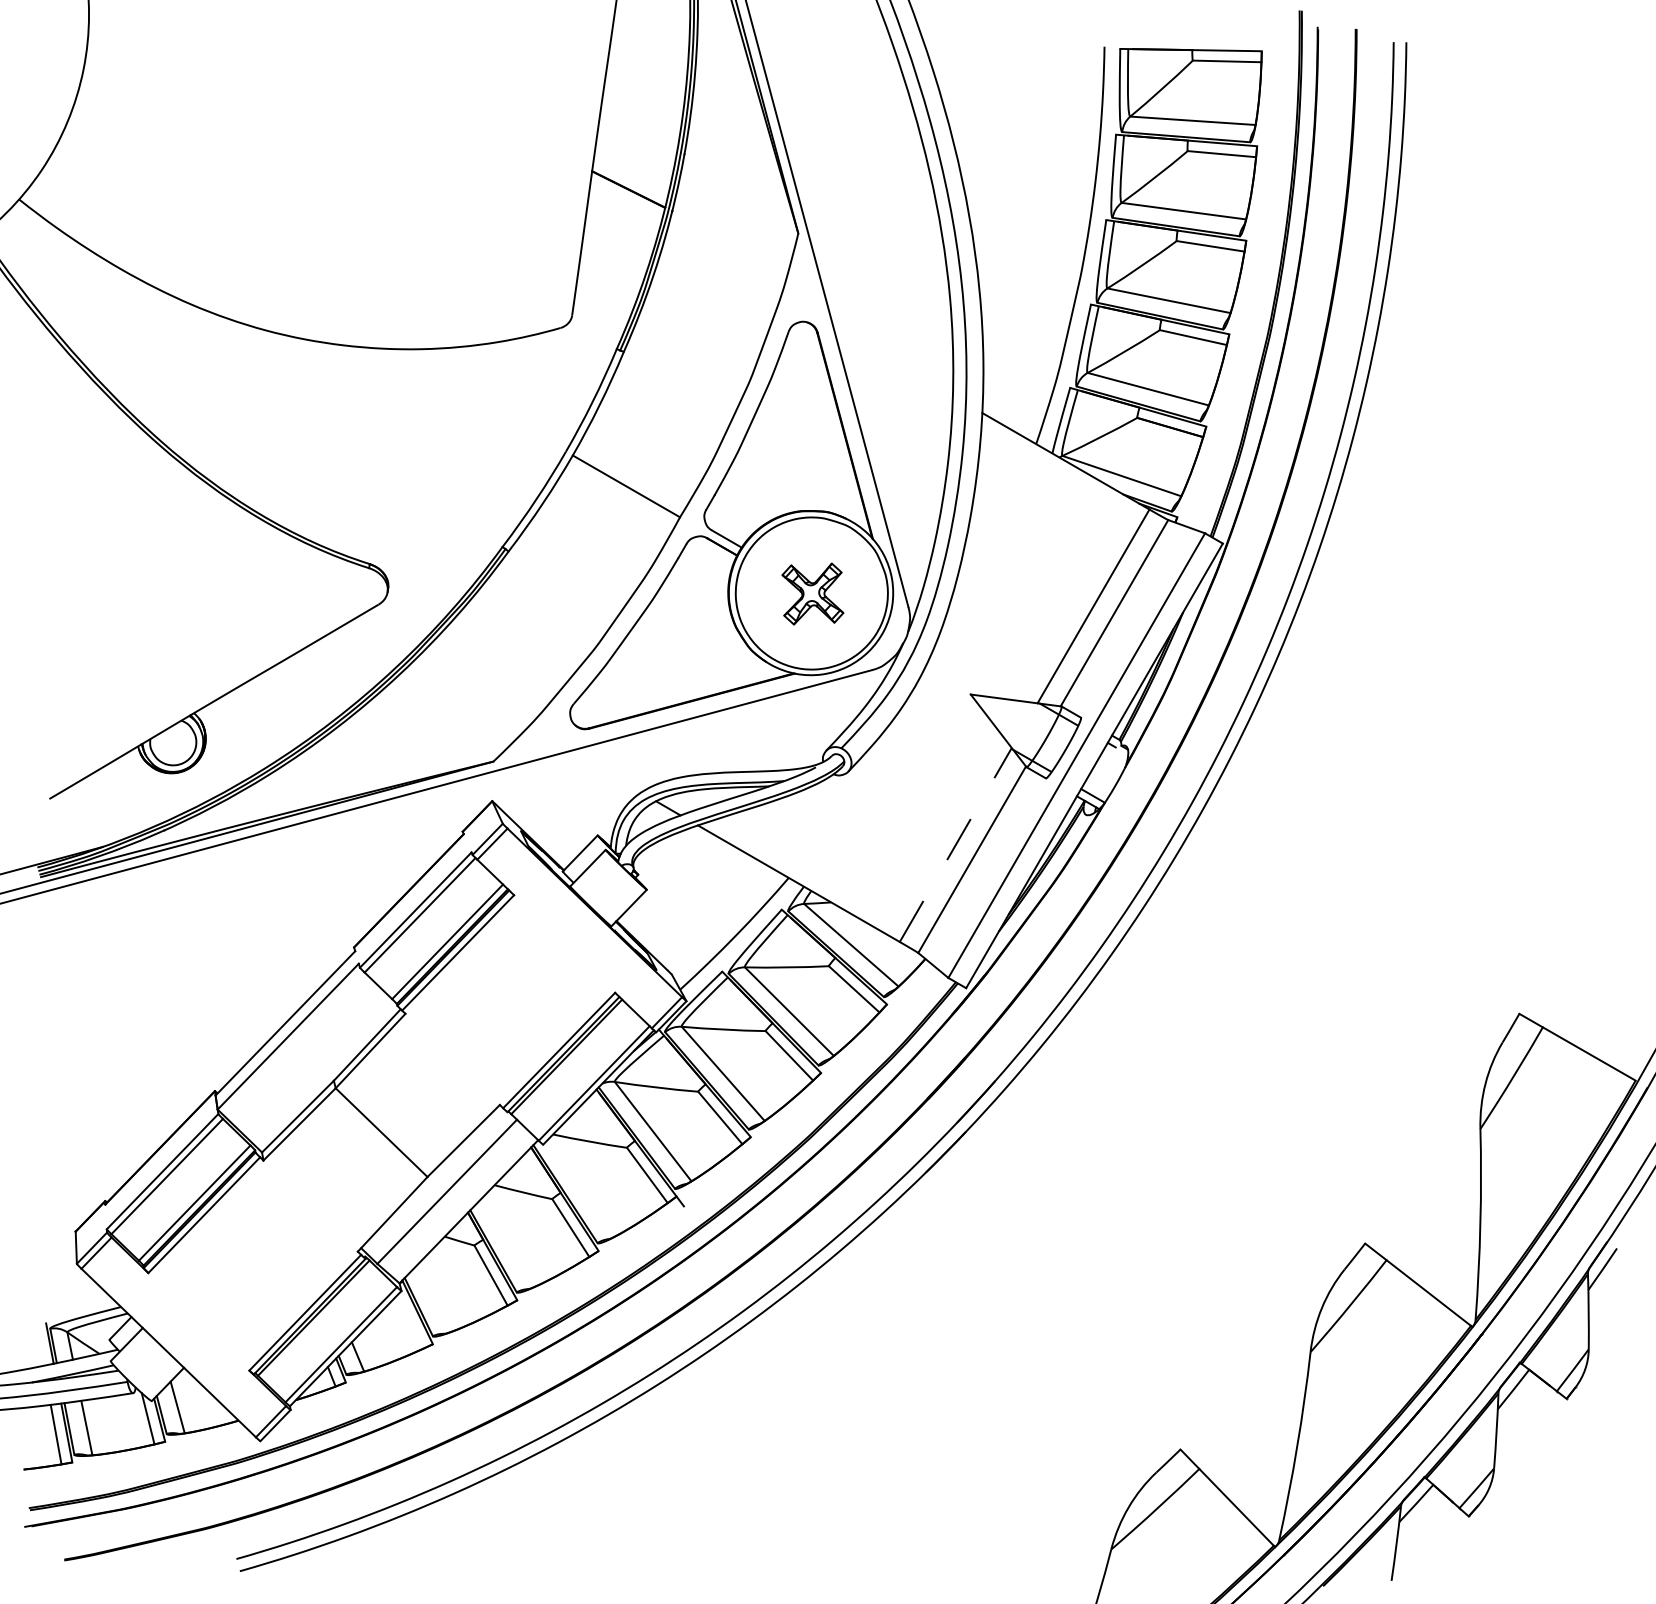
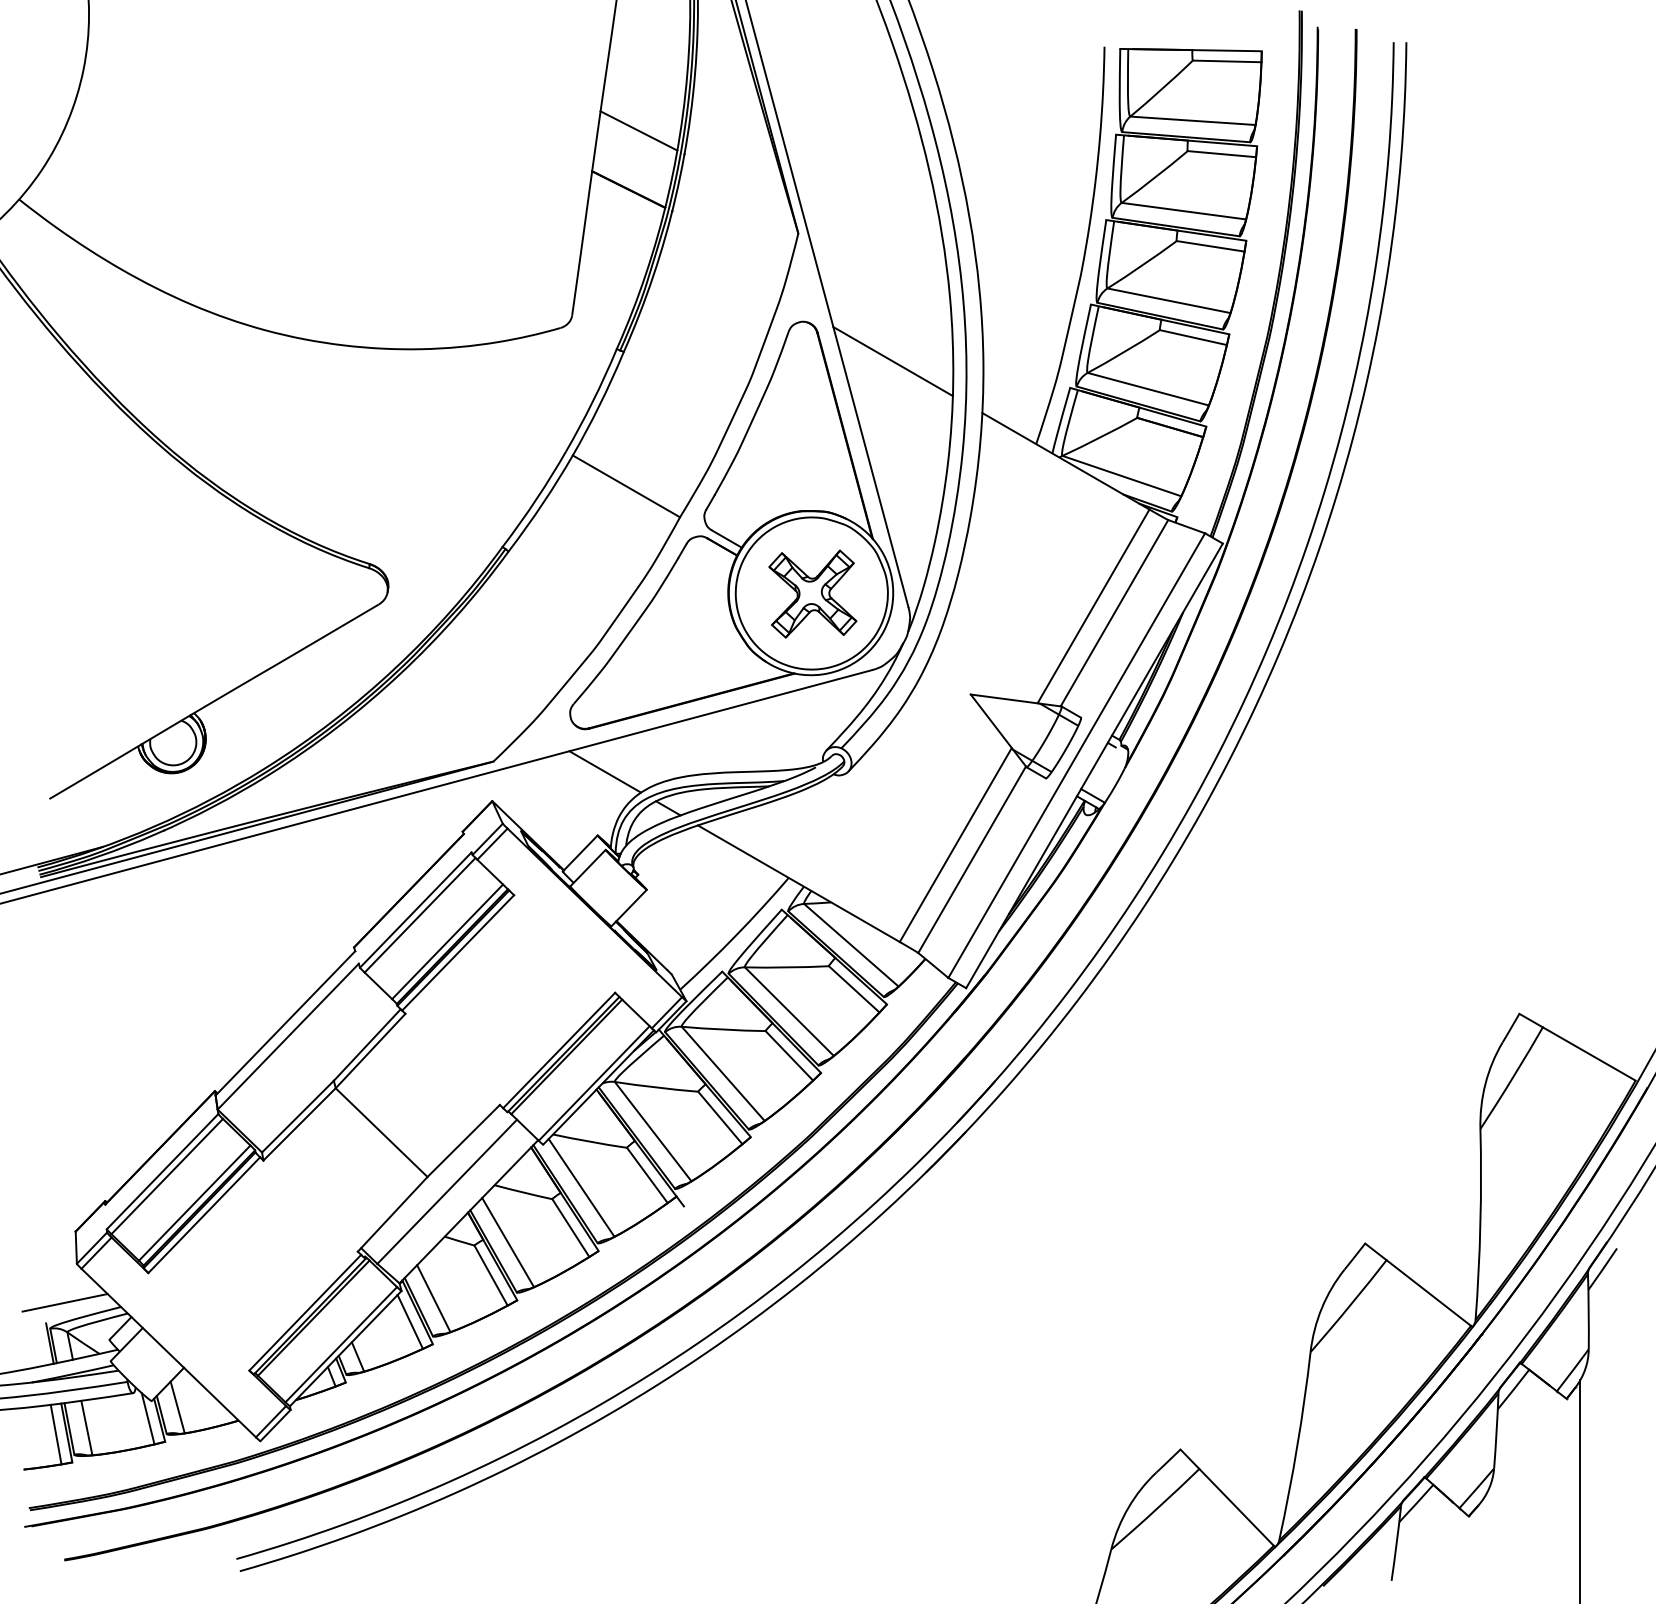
line at (638, 130): none -> present
line at (892, 361): none -> present
part at (812, 593) size: 64x64 px -> 90x90 px
line at (605, 771): none -> present
line at (956, 844): dashed -> solid
line at (581, 1187): none -> present
line at (507, 1242): none -> present
line at (433, 1298): none -> present
line at (64, 1302): none -> present
line at (409, 1321): none -> present
line at (1580, 1490): none -> present
